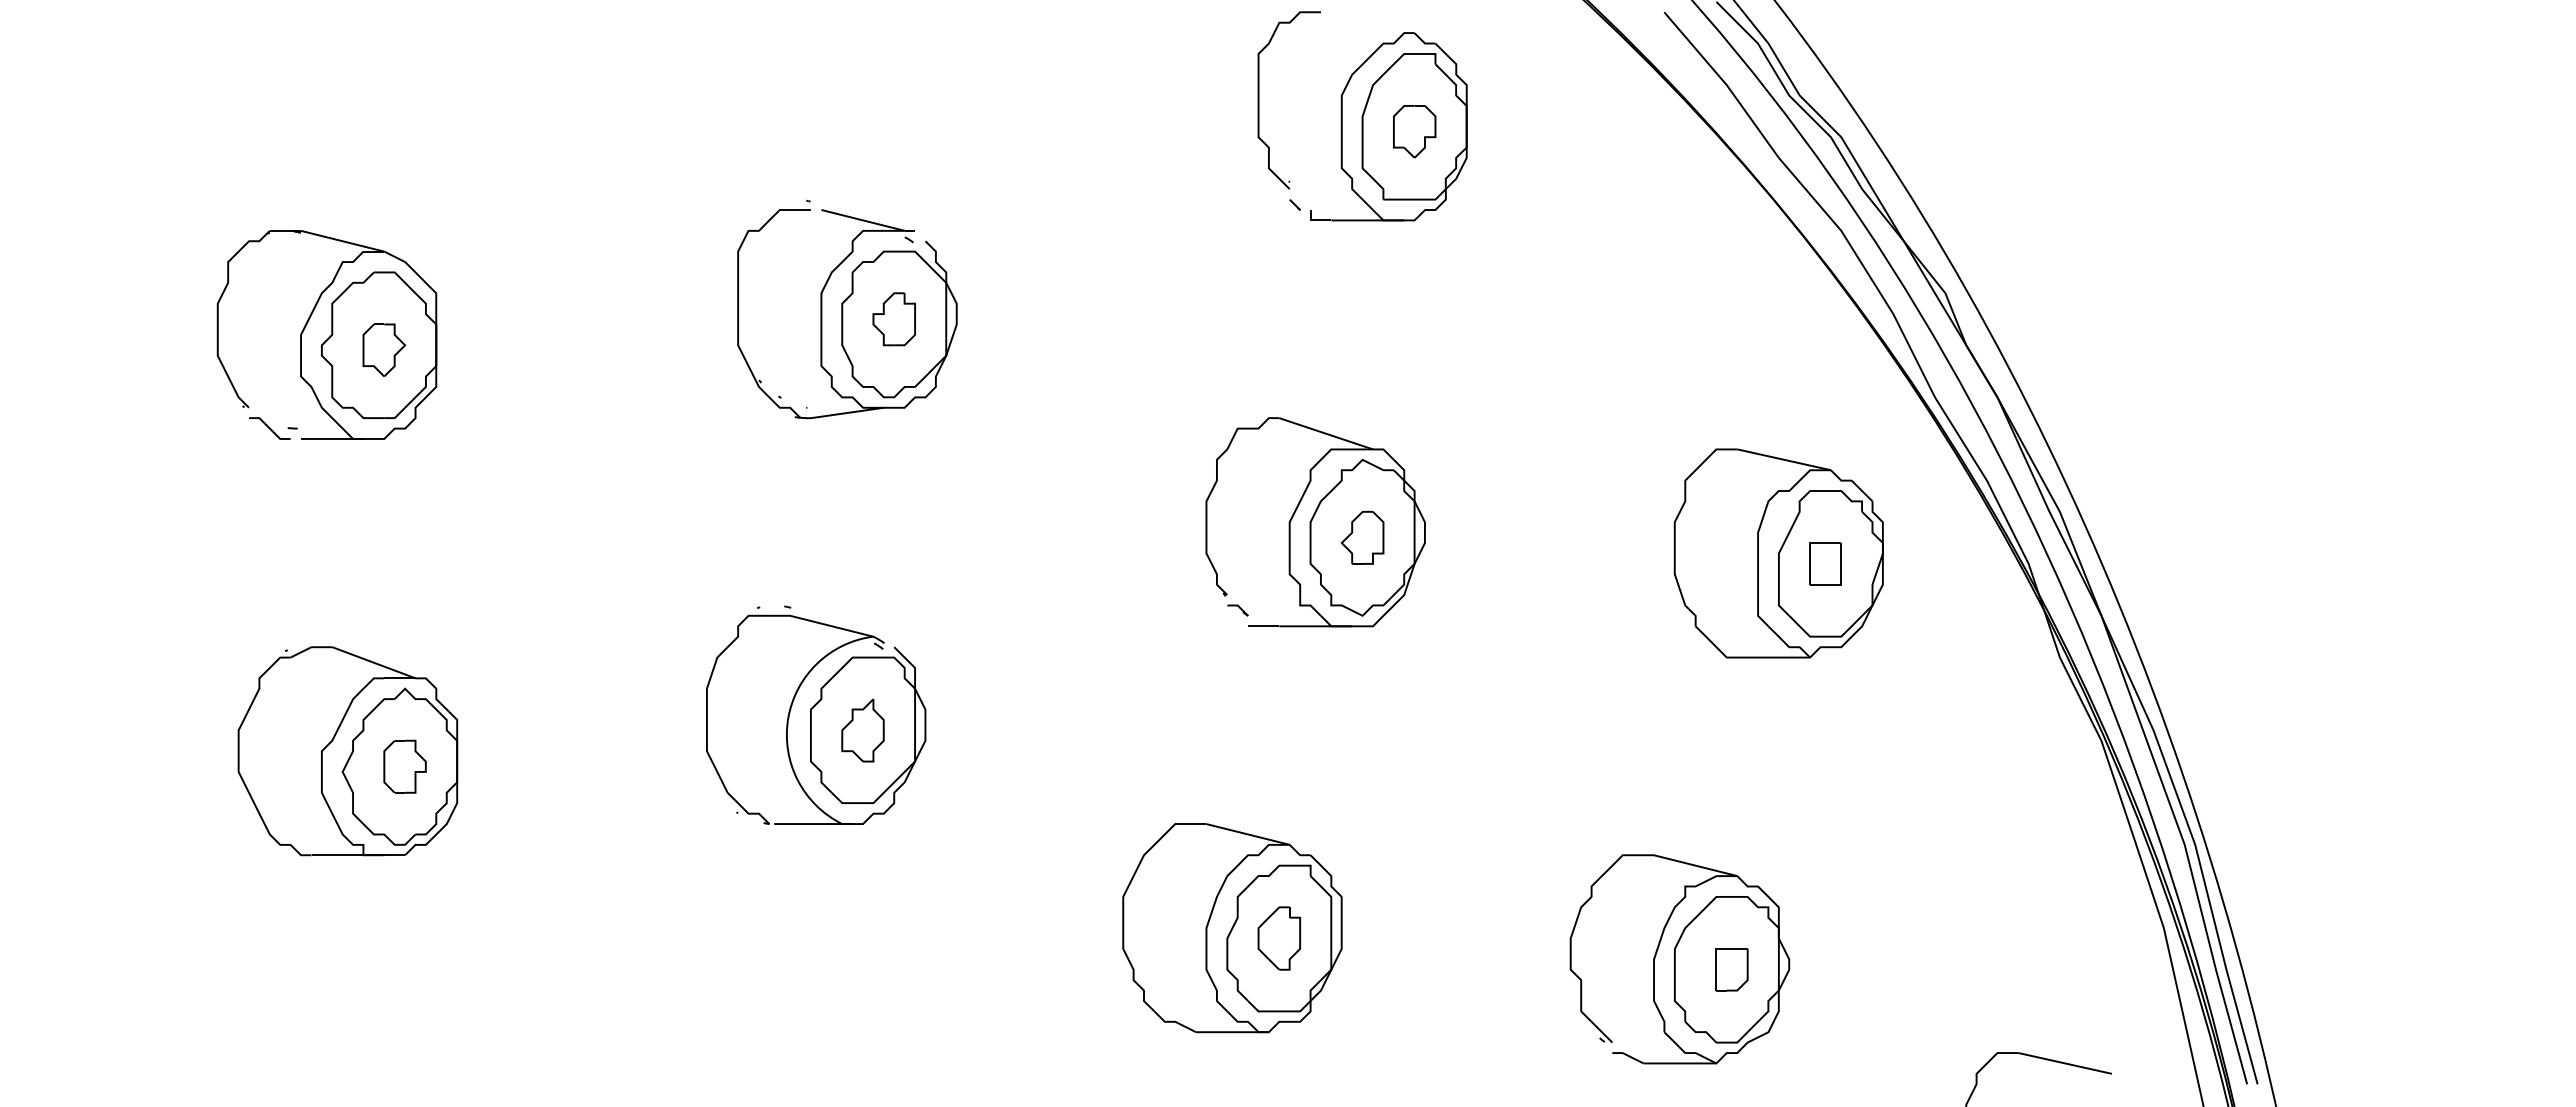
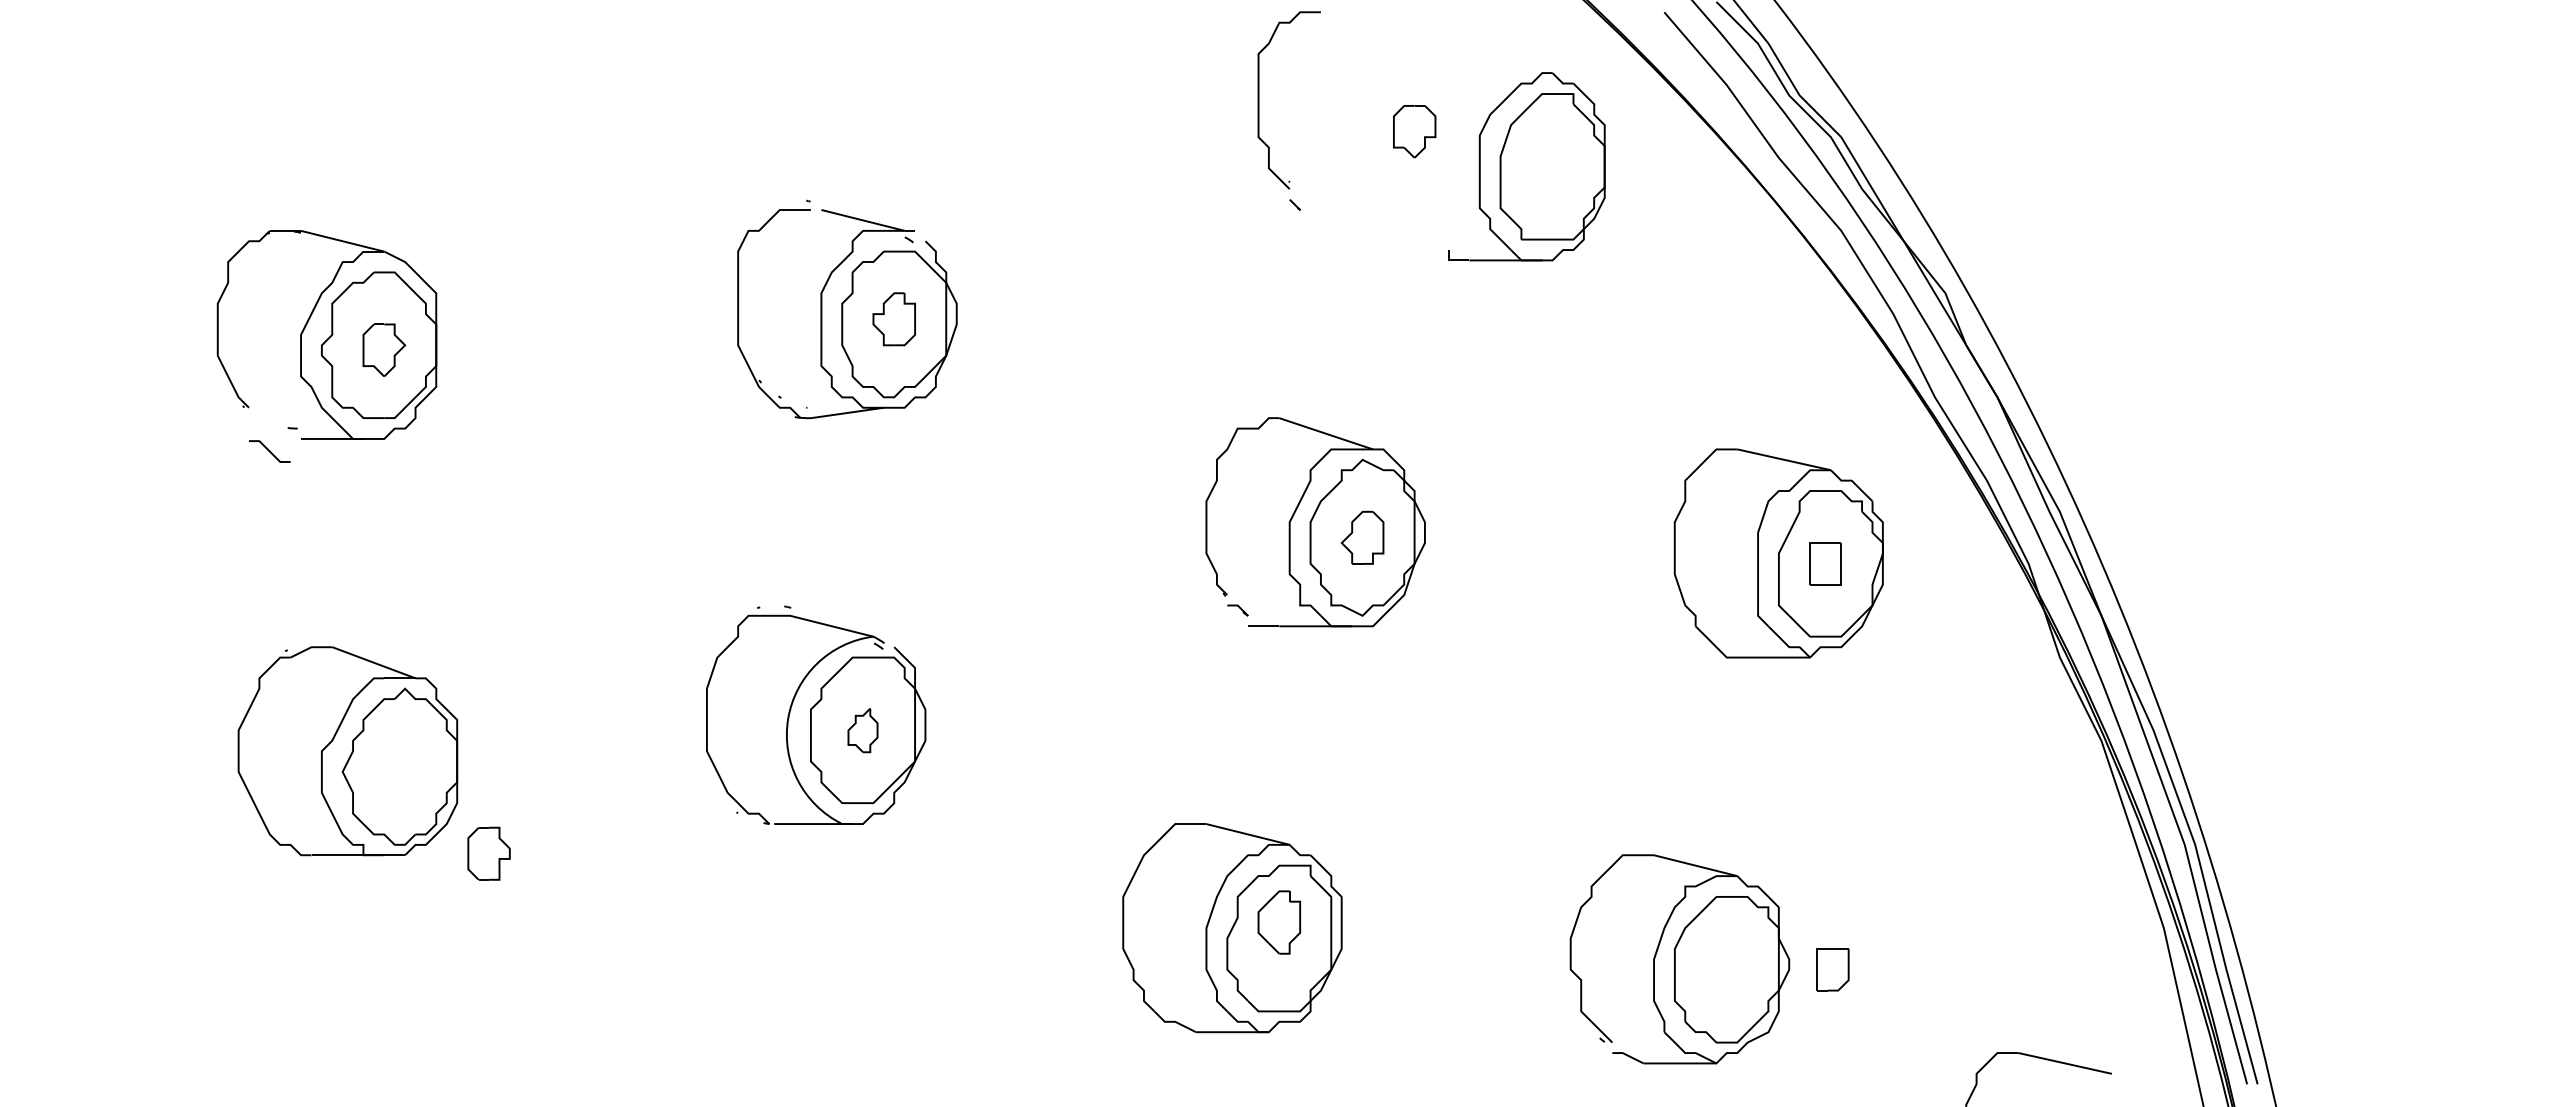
part at (1388, 126) position: (1388, 126) -> (1526, 166)
line at (269, 428) position: (269, 428) -> (269, 451)
part at (862, 730) size: 44x65 px -> 32x46 px
part at (404, 766) position: (404, 766) -> (488, 853)
part at (1279, 938) position: (1279, 938) -> (1279, 922)
part at (1731, 969) position: (1731, 969) -> (1832, 969)
